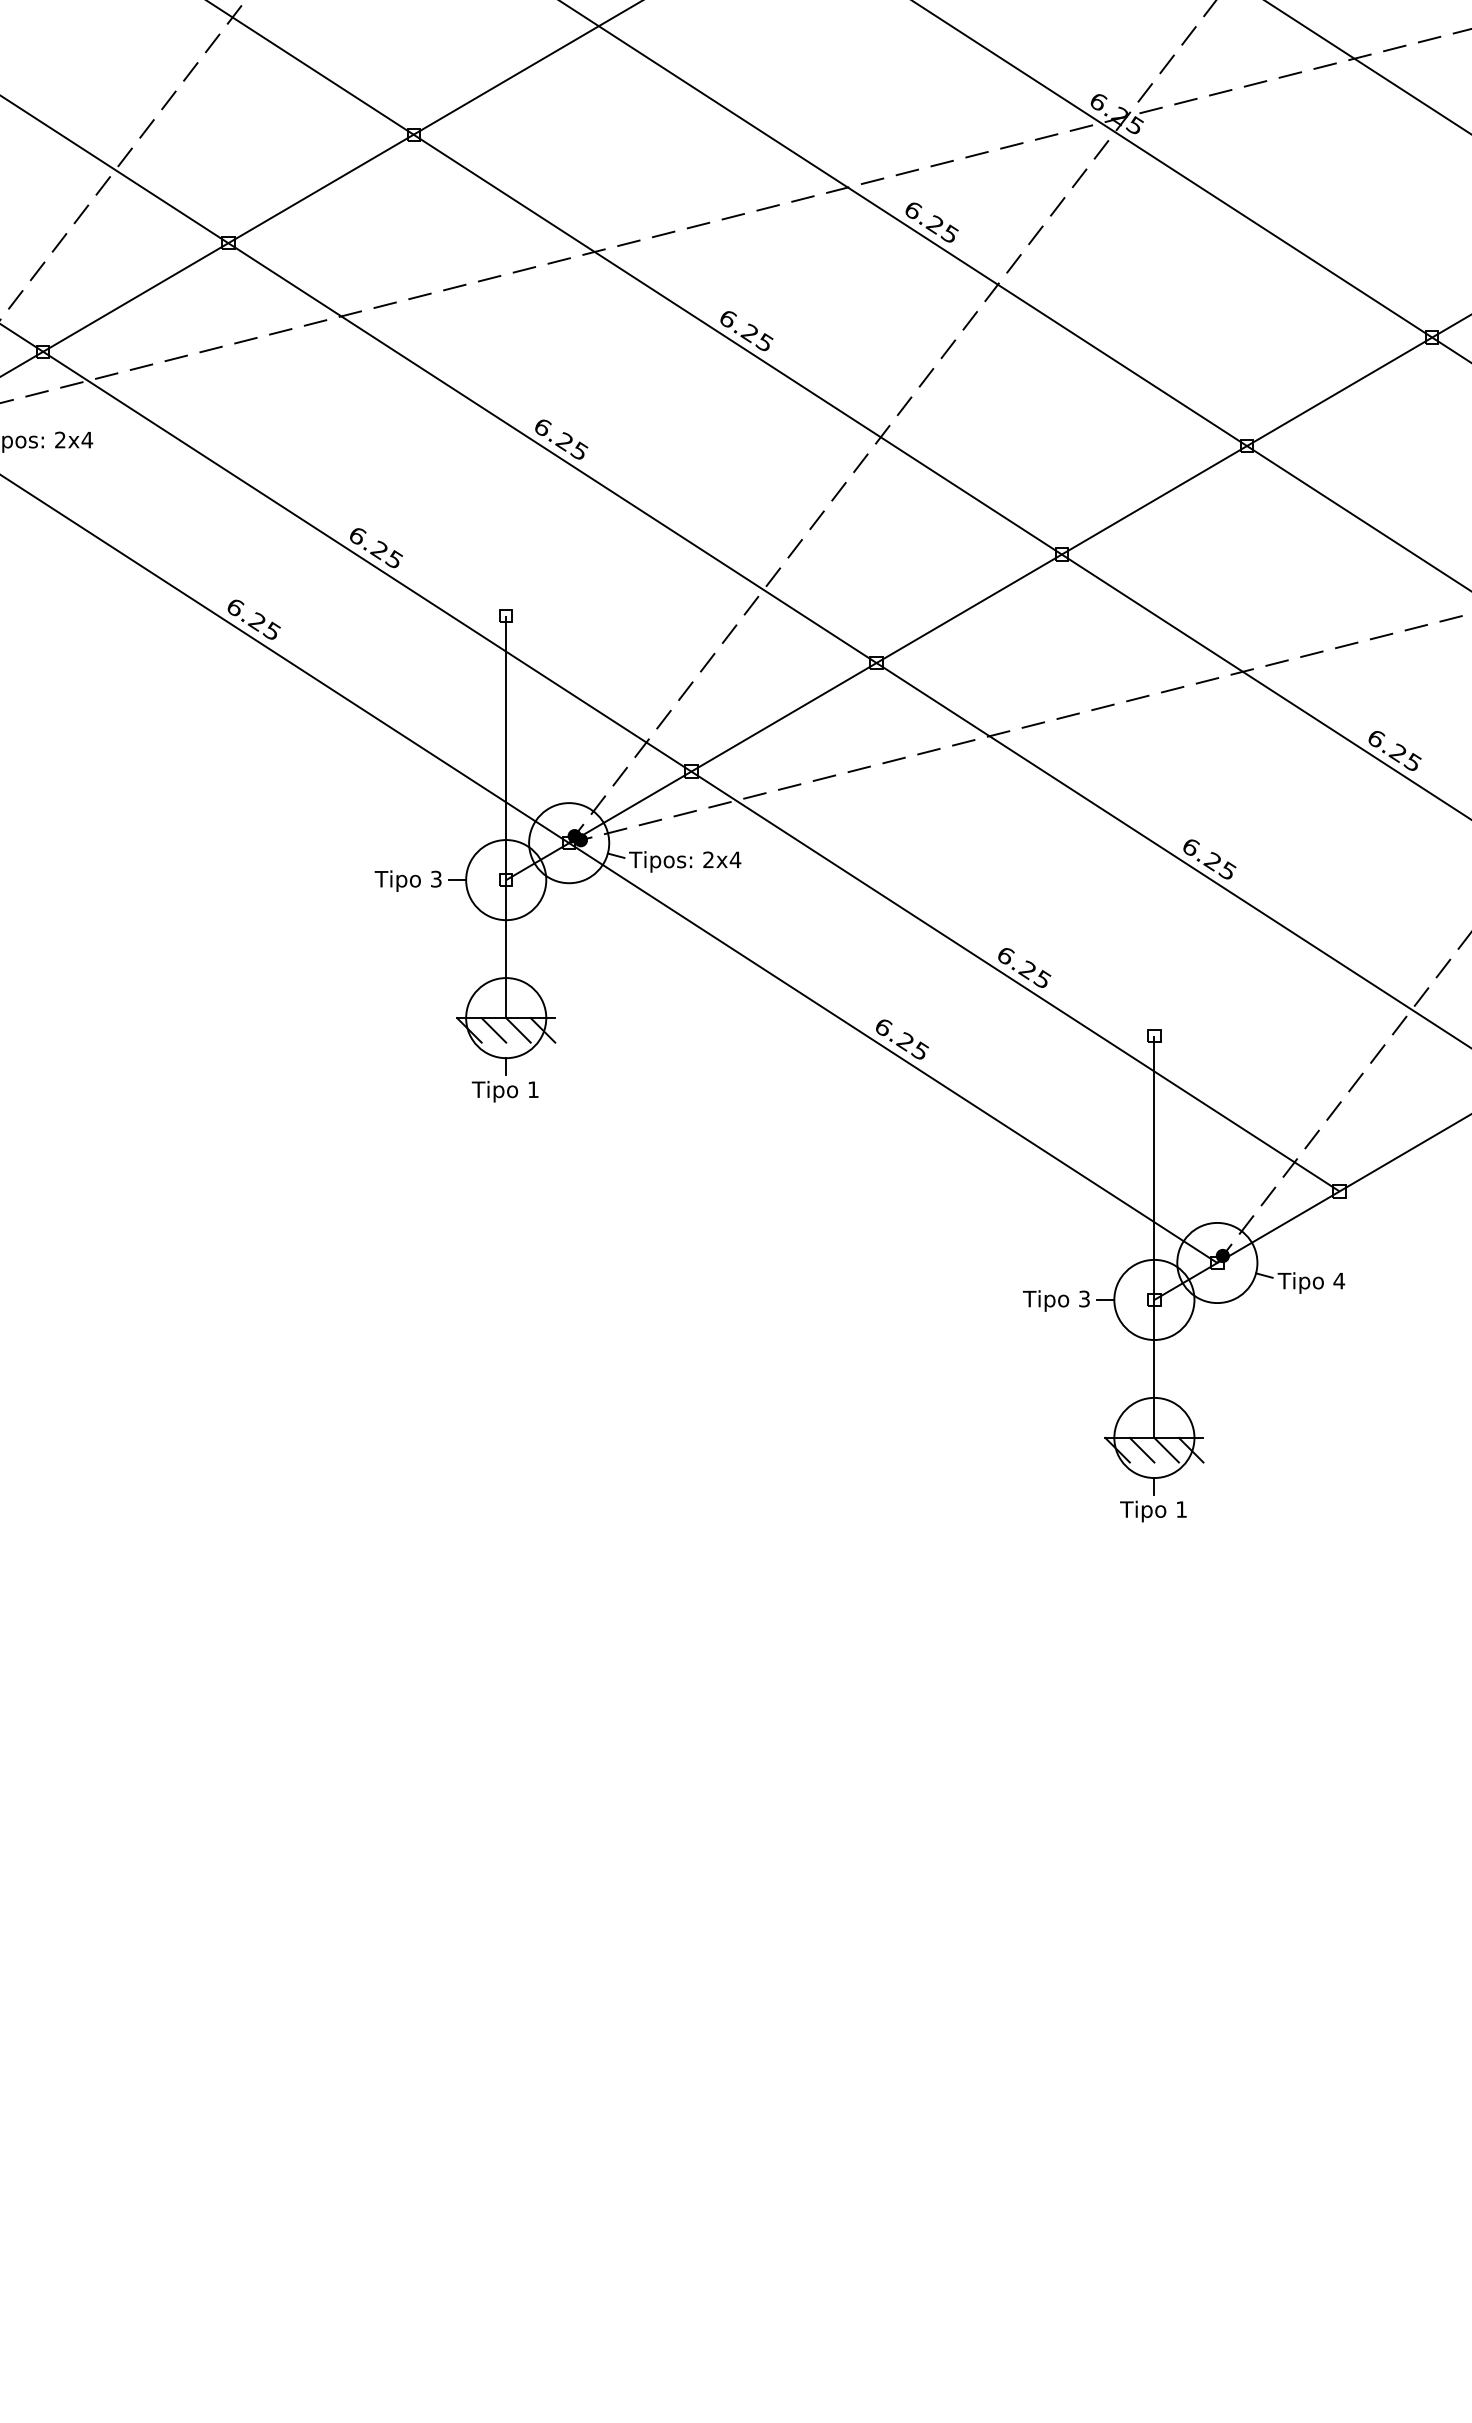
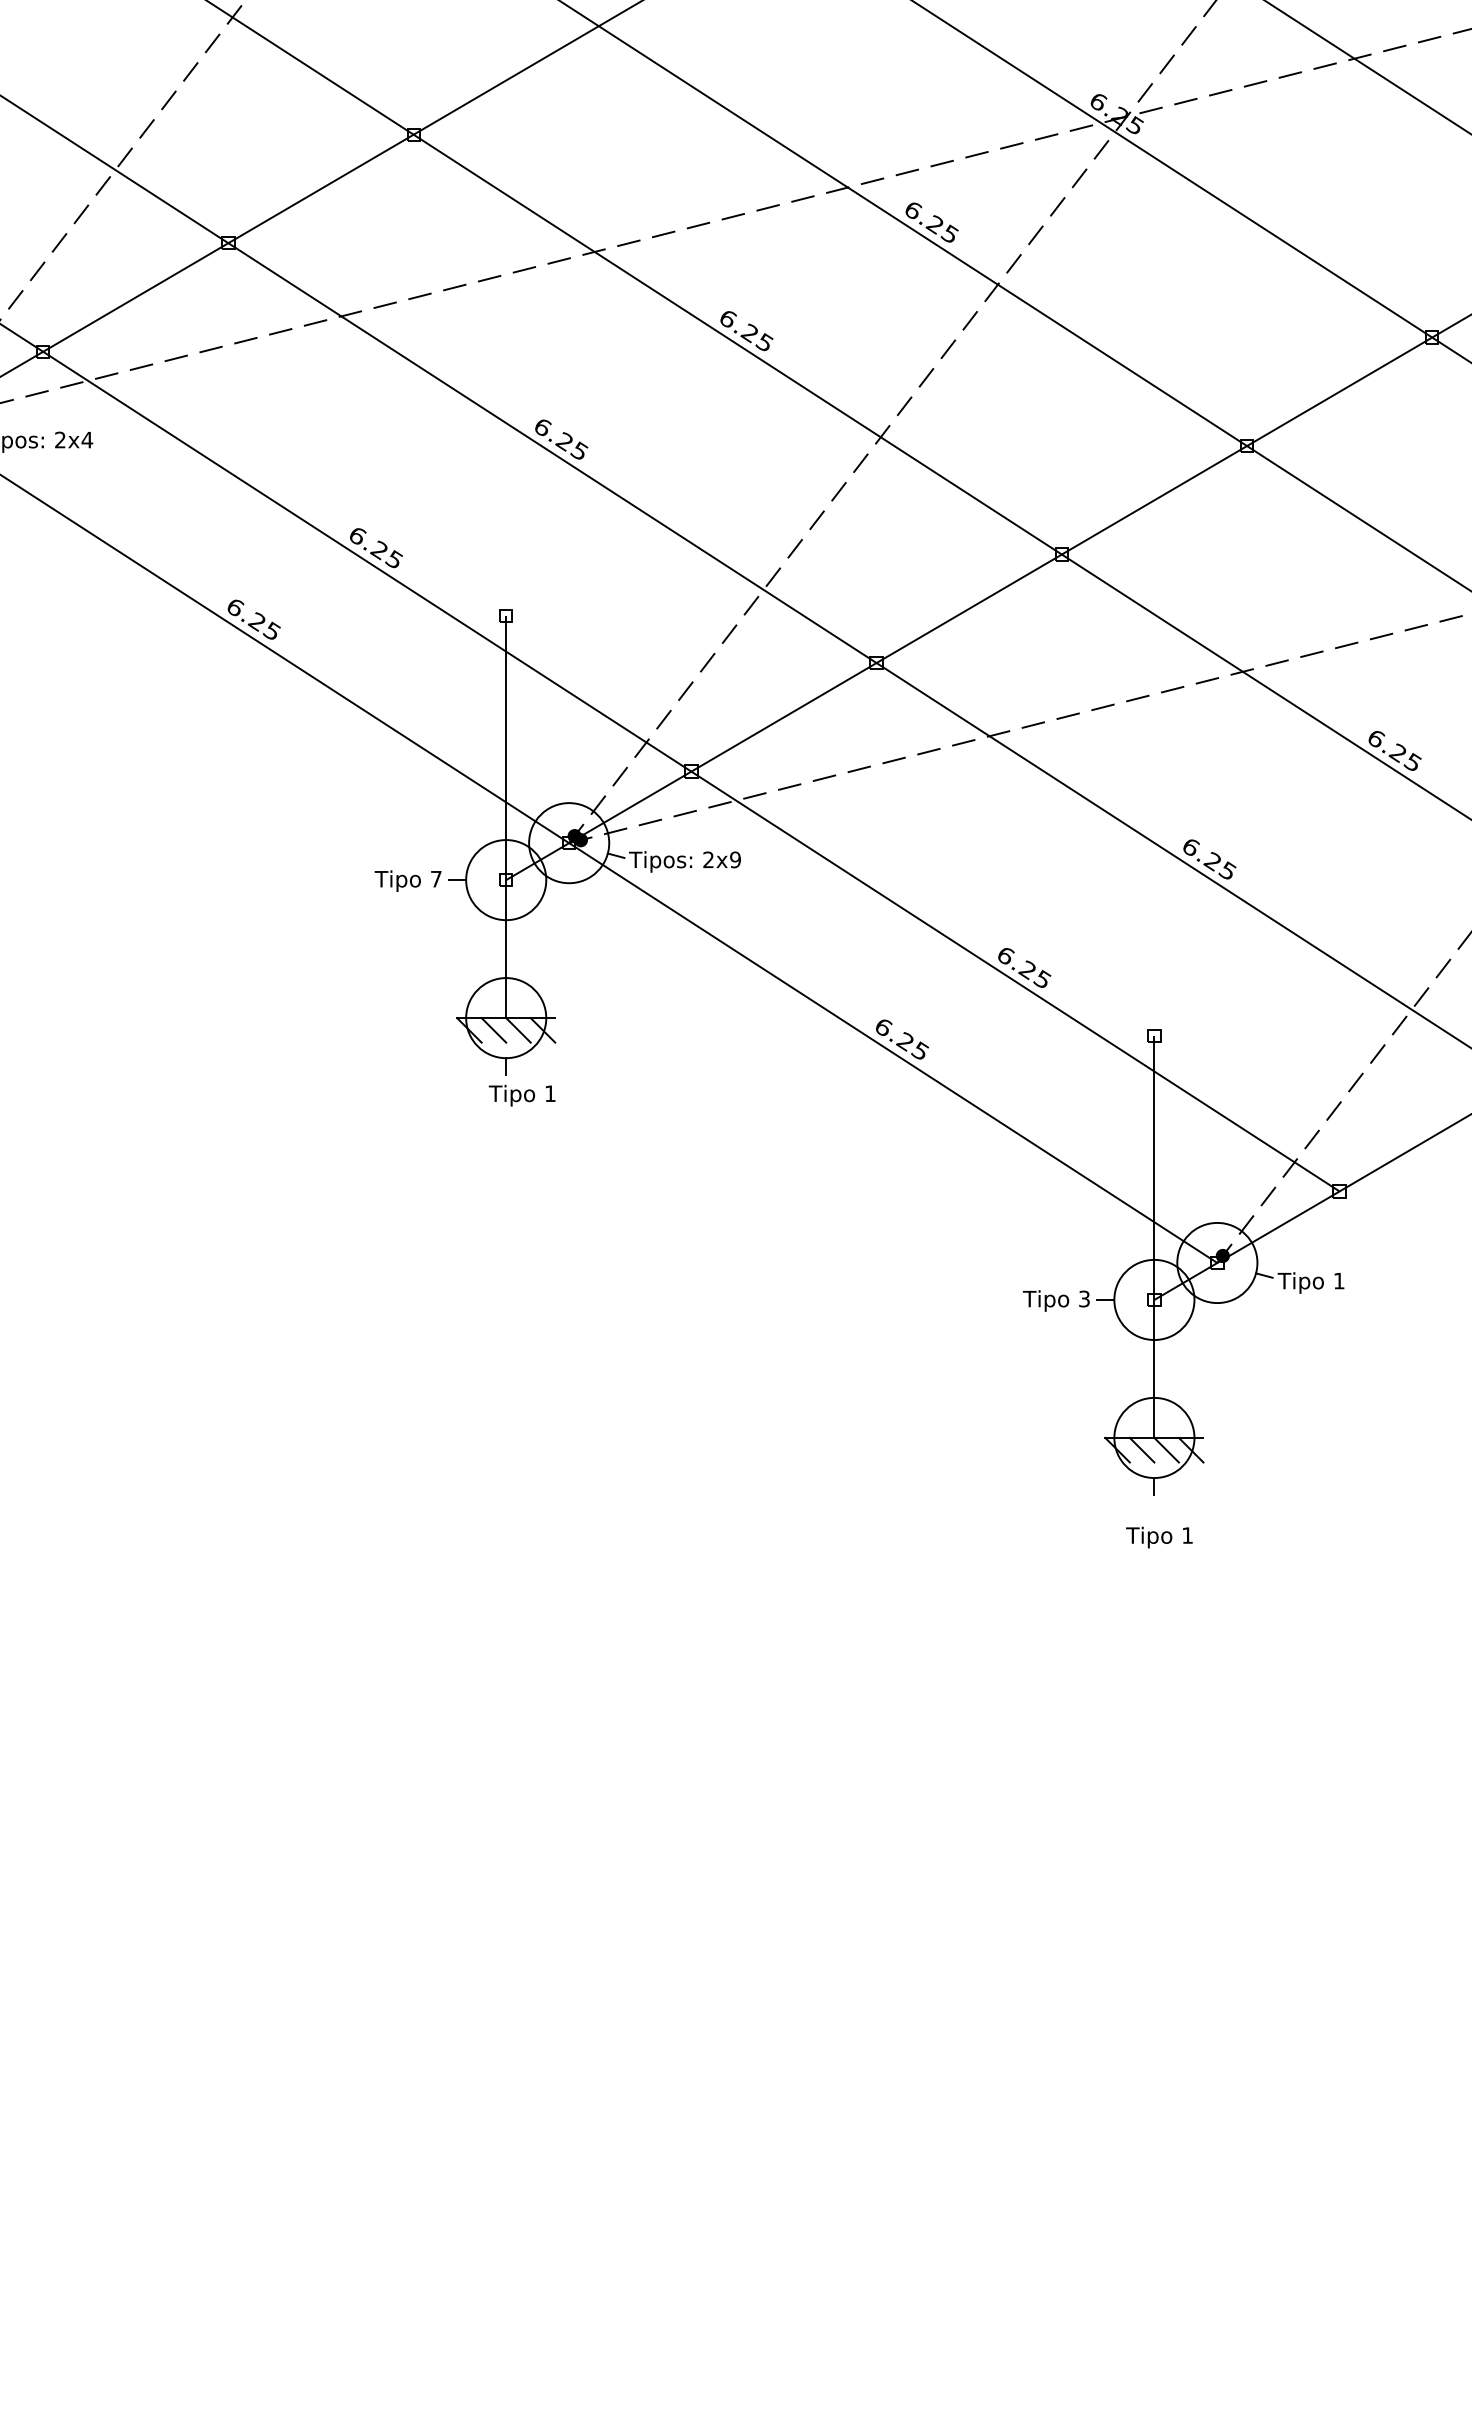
text at (735, 859): 2x4 -> 2x9
text at (436, 878): 3 -> 7
text at (504, 1091) position: (504, 1091) -> (521, 1095)
text at (1339, 1280): 4 -> 1
text at (1153, 1511) position: (1153, 1511) -> (1159, 1537)
